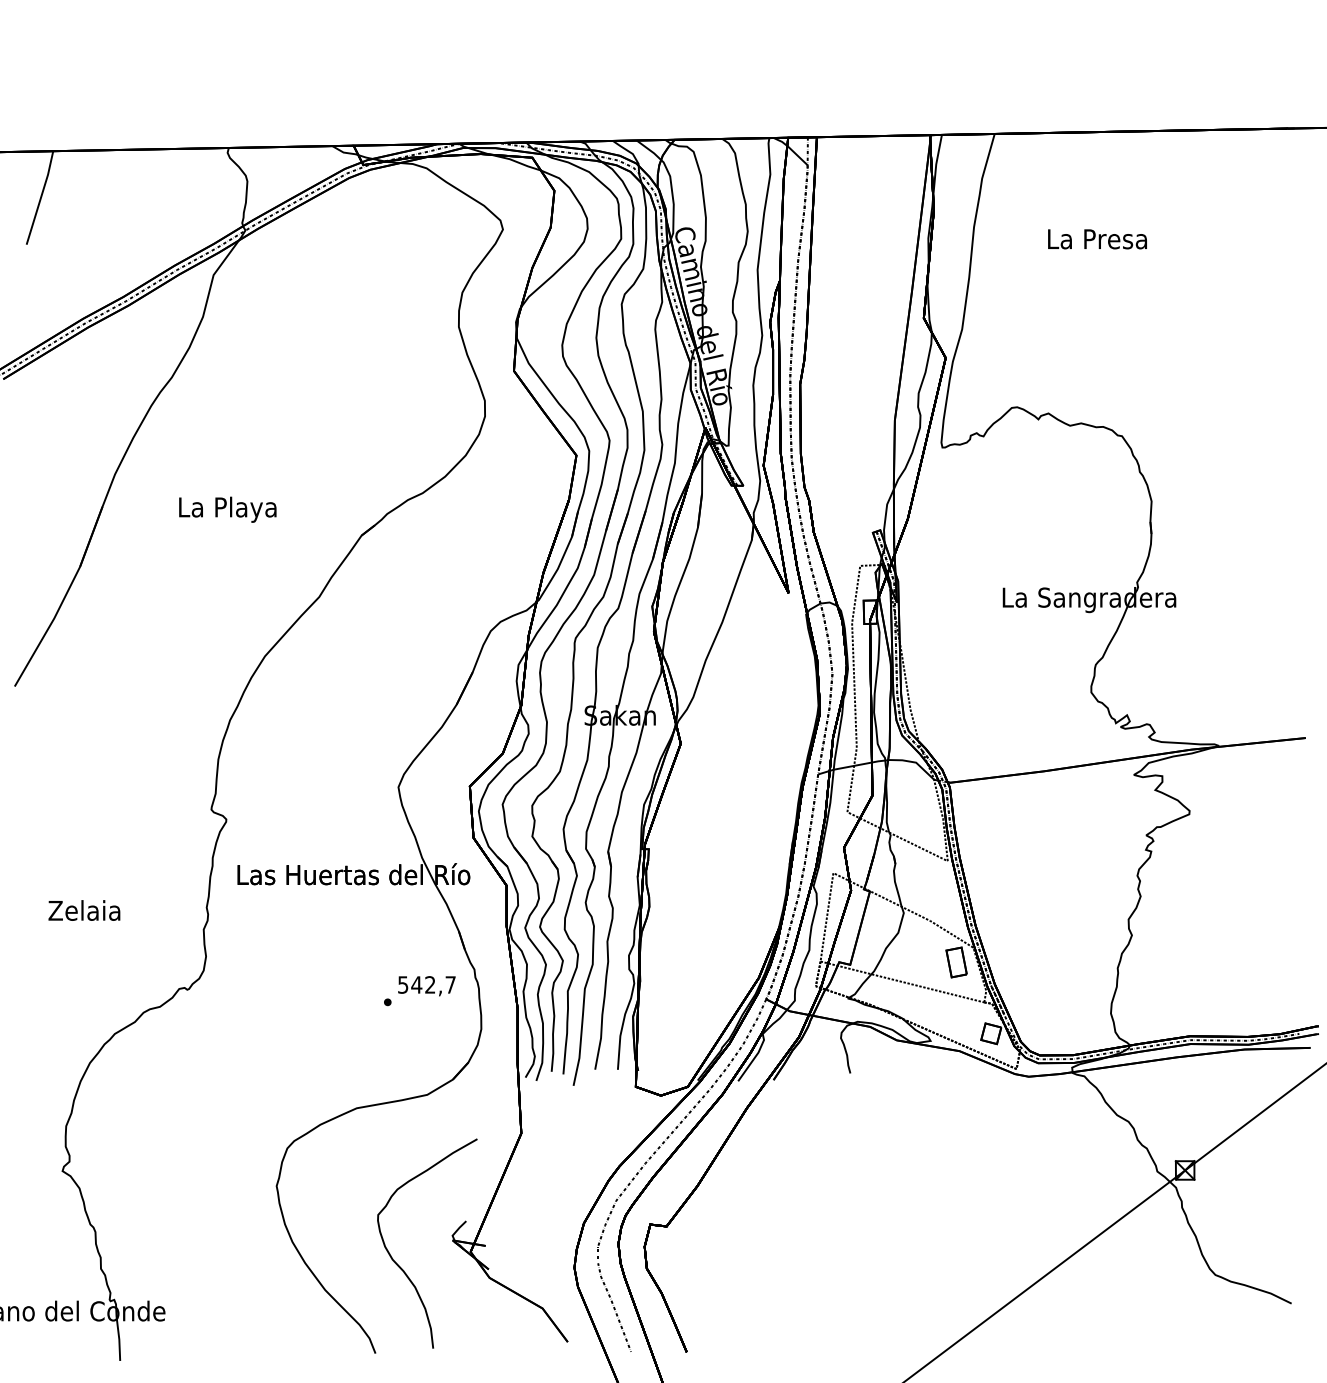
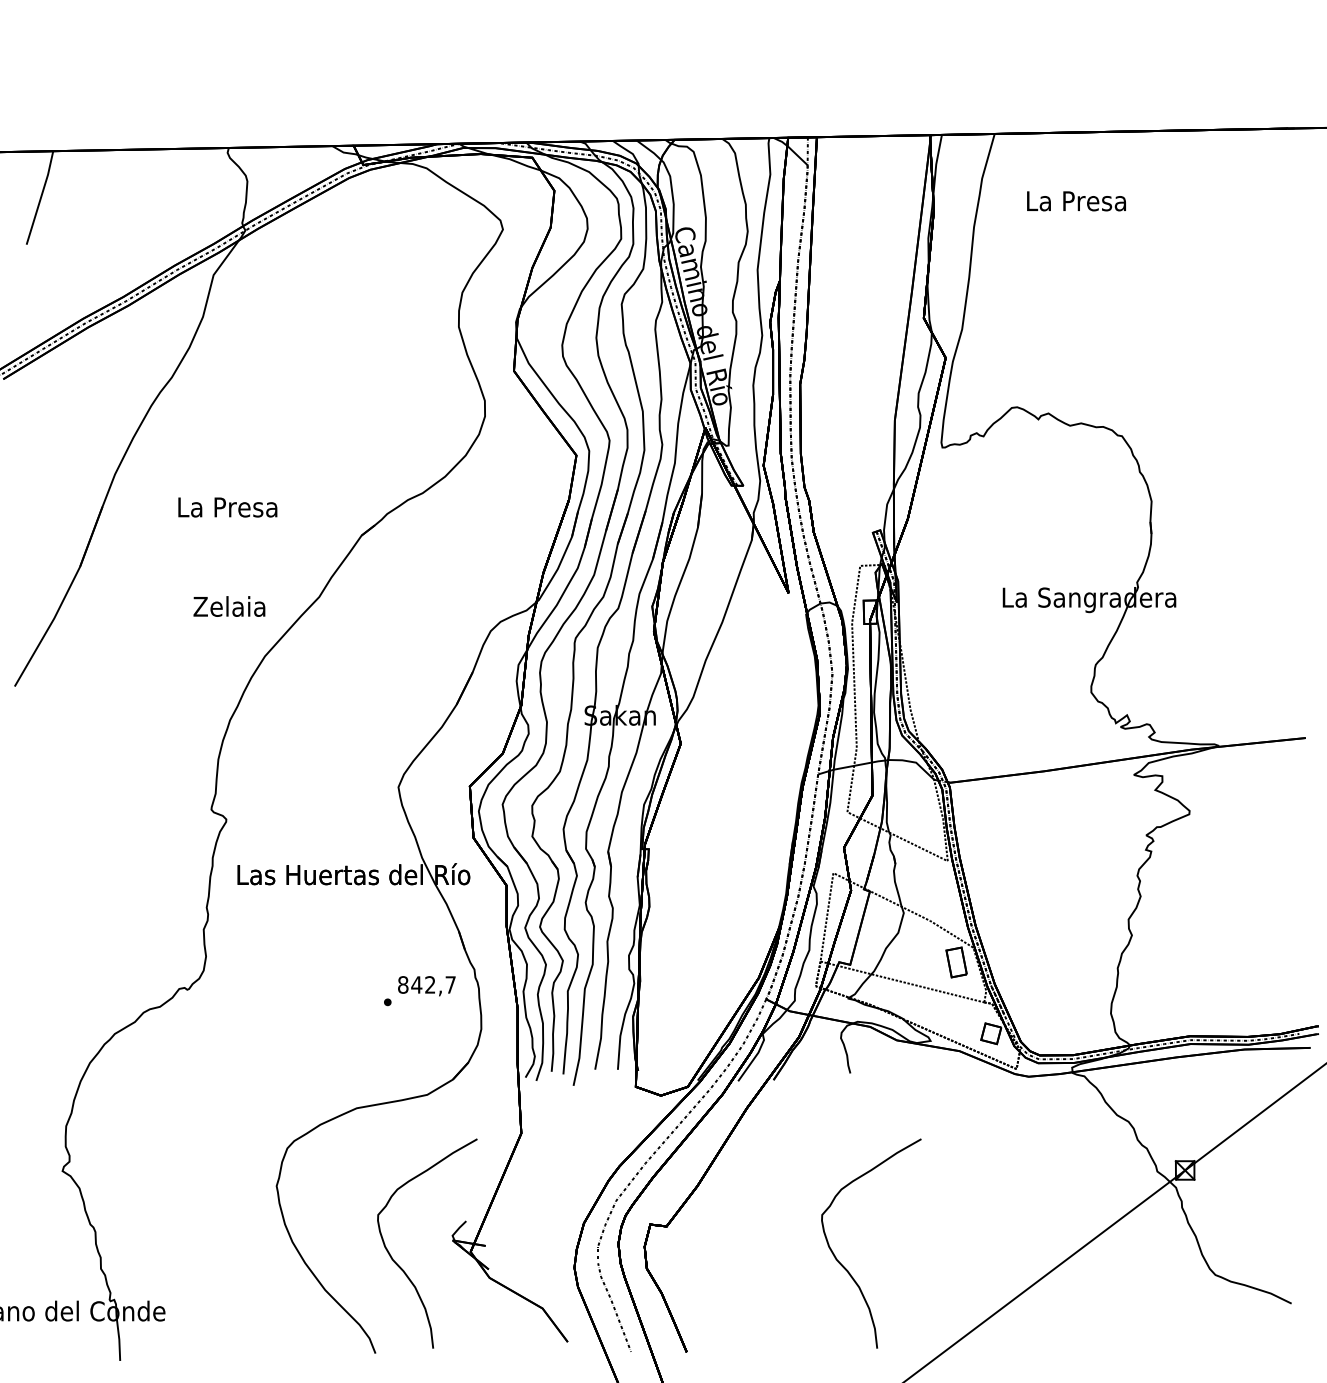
text at (1097, 239) position: (1097, 239) -> (1076, 201)
text at (227, 509): La Playa -> La Presa
text at (84, 910) position: (84, 910) -> (229, 606)
text at (403, 984): 542,7 -> 842,7
curve at (846, 1268): none -> present
